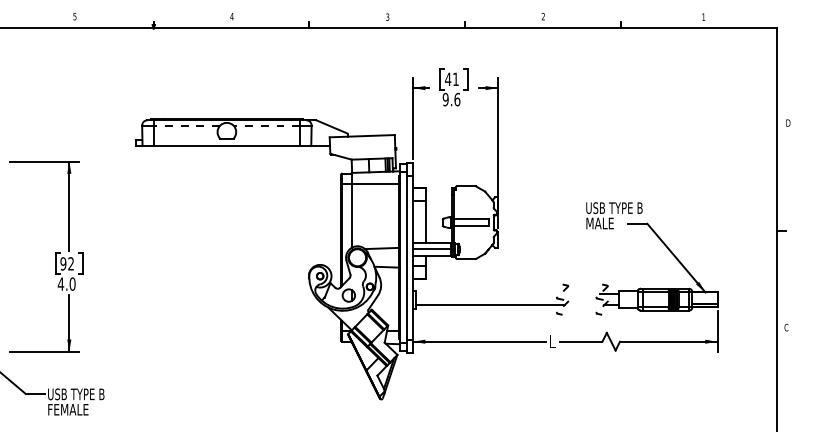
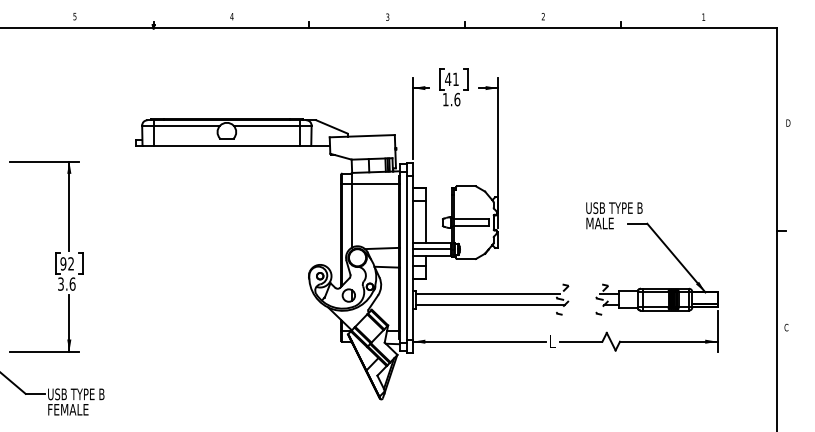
text at (445, 99): 9.6 -> 1.6
line at (186, 125): dashed -> solid
line at (266, 125): dashed -> solid
text at (66, 283): 4.0 -> 3.6
line at (488, 294): none -> present
